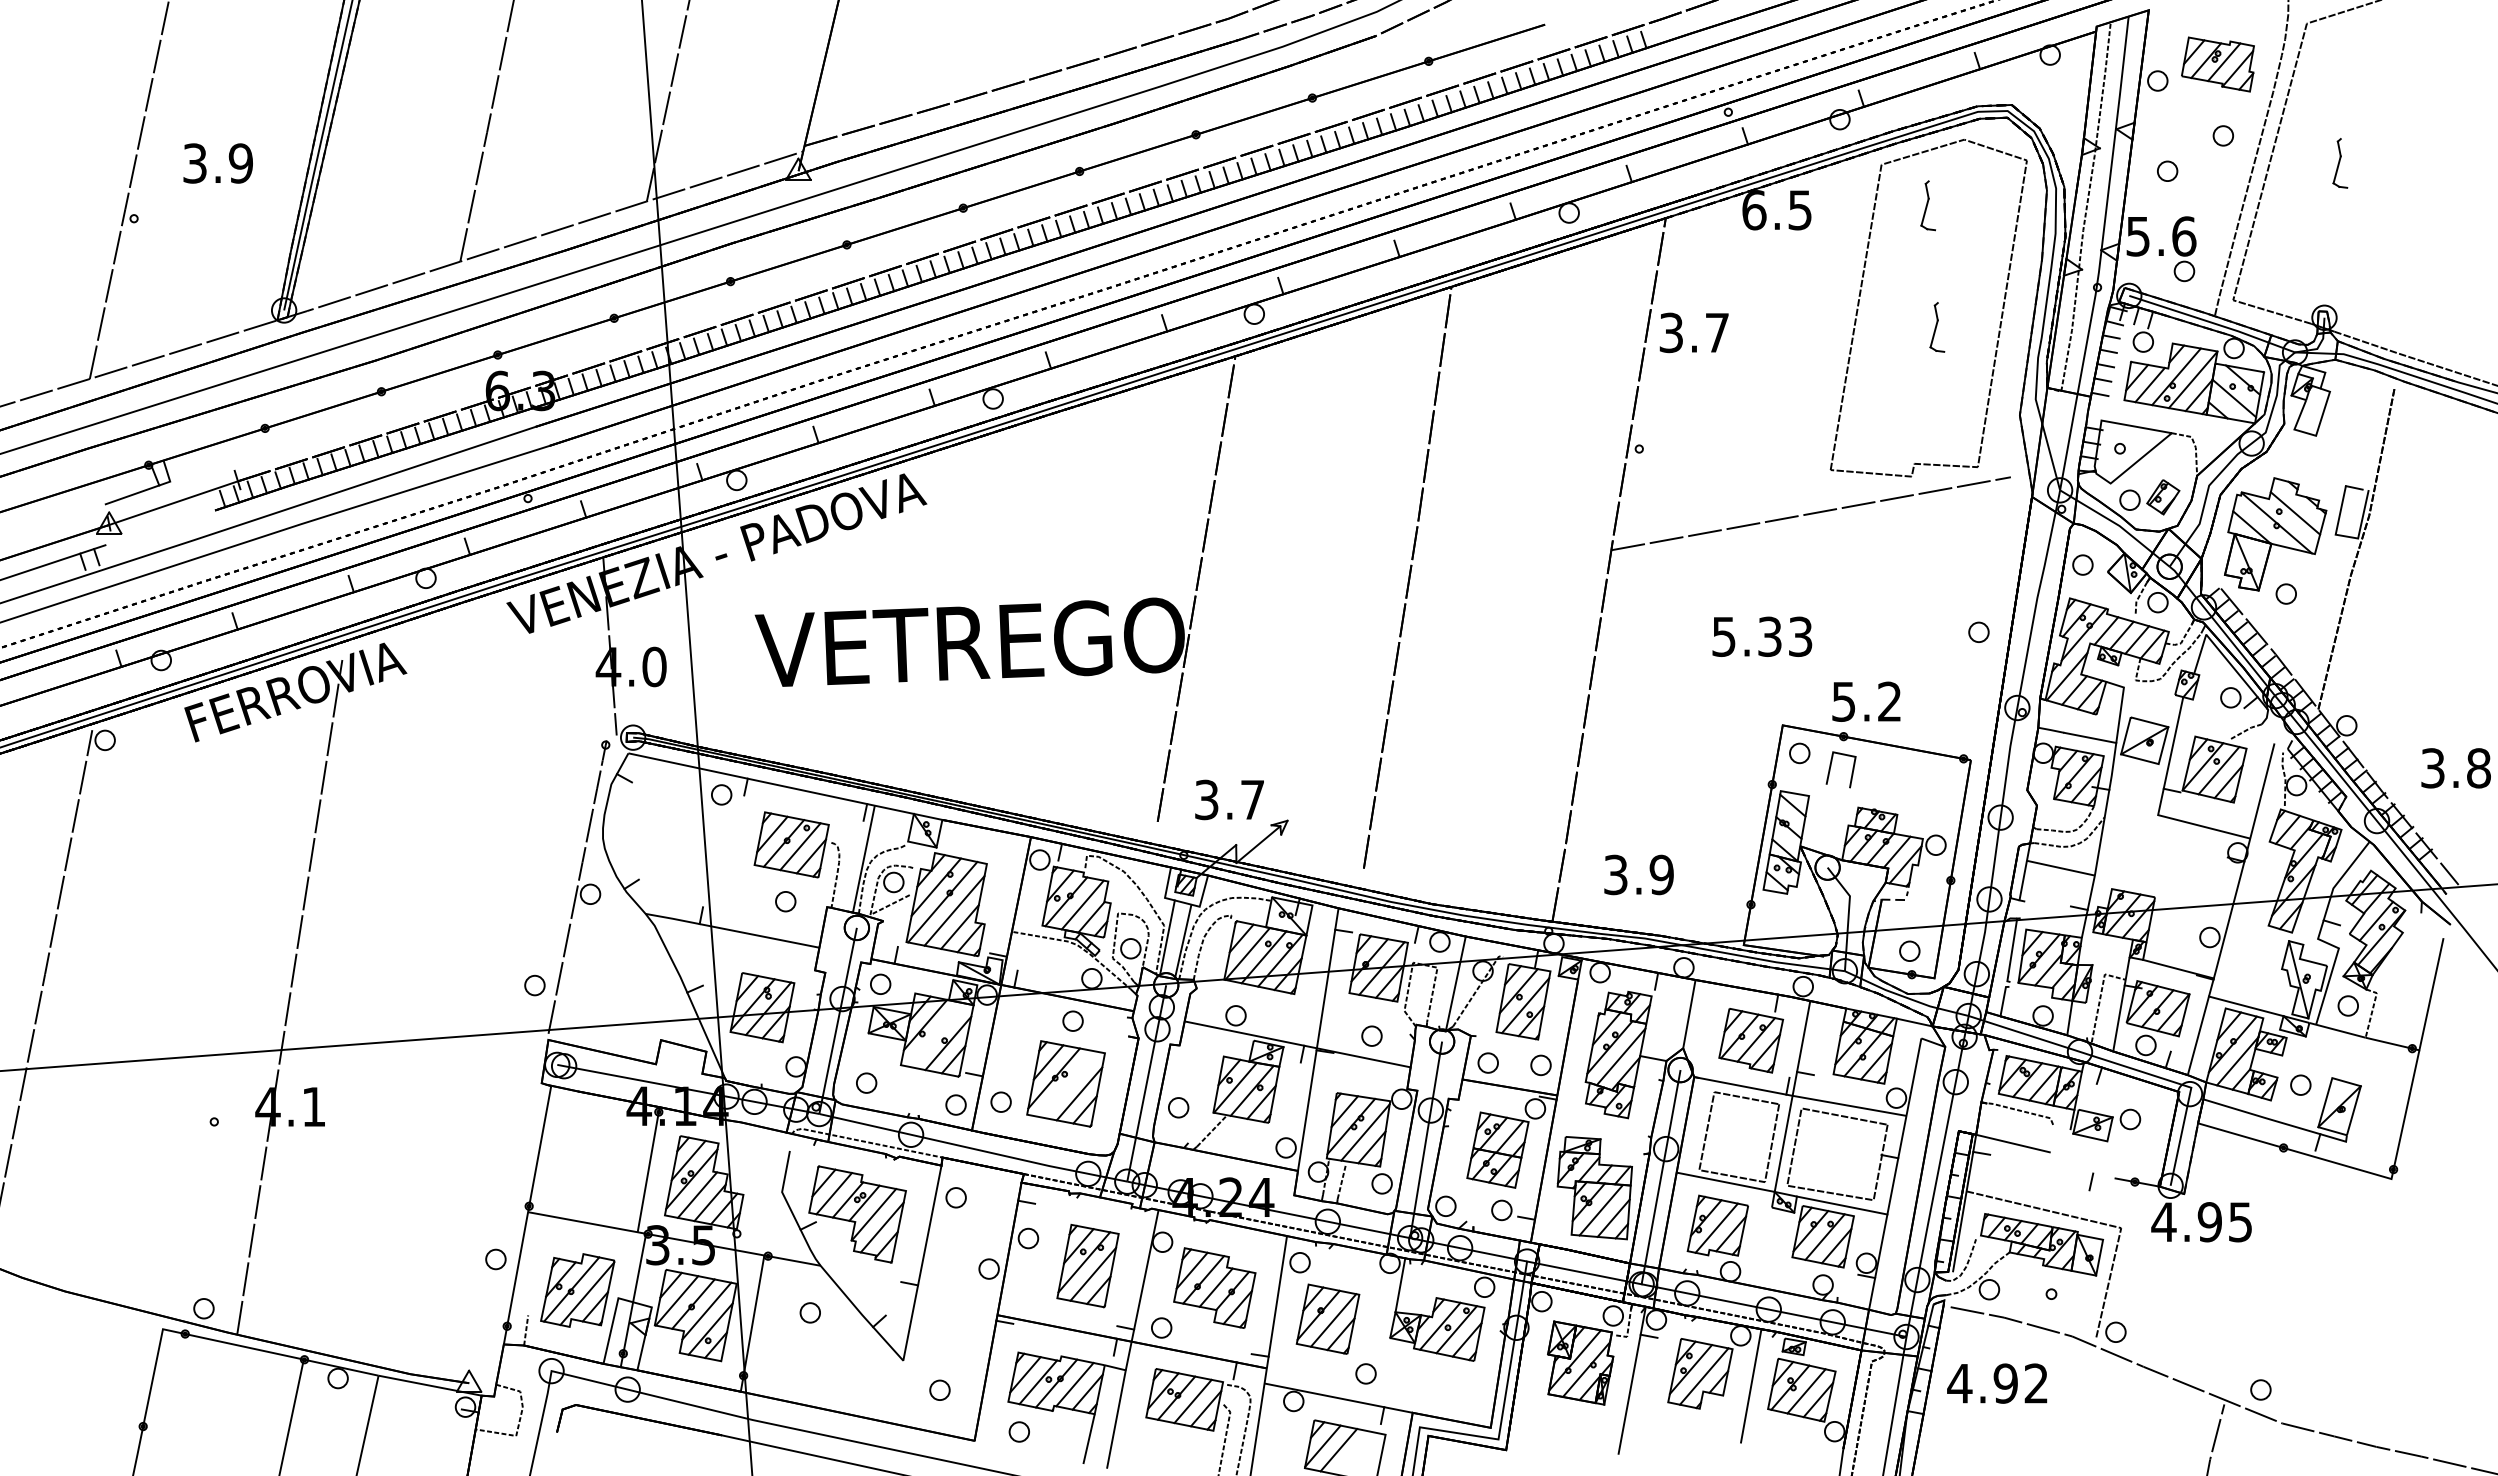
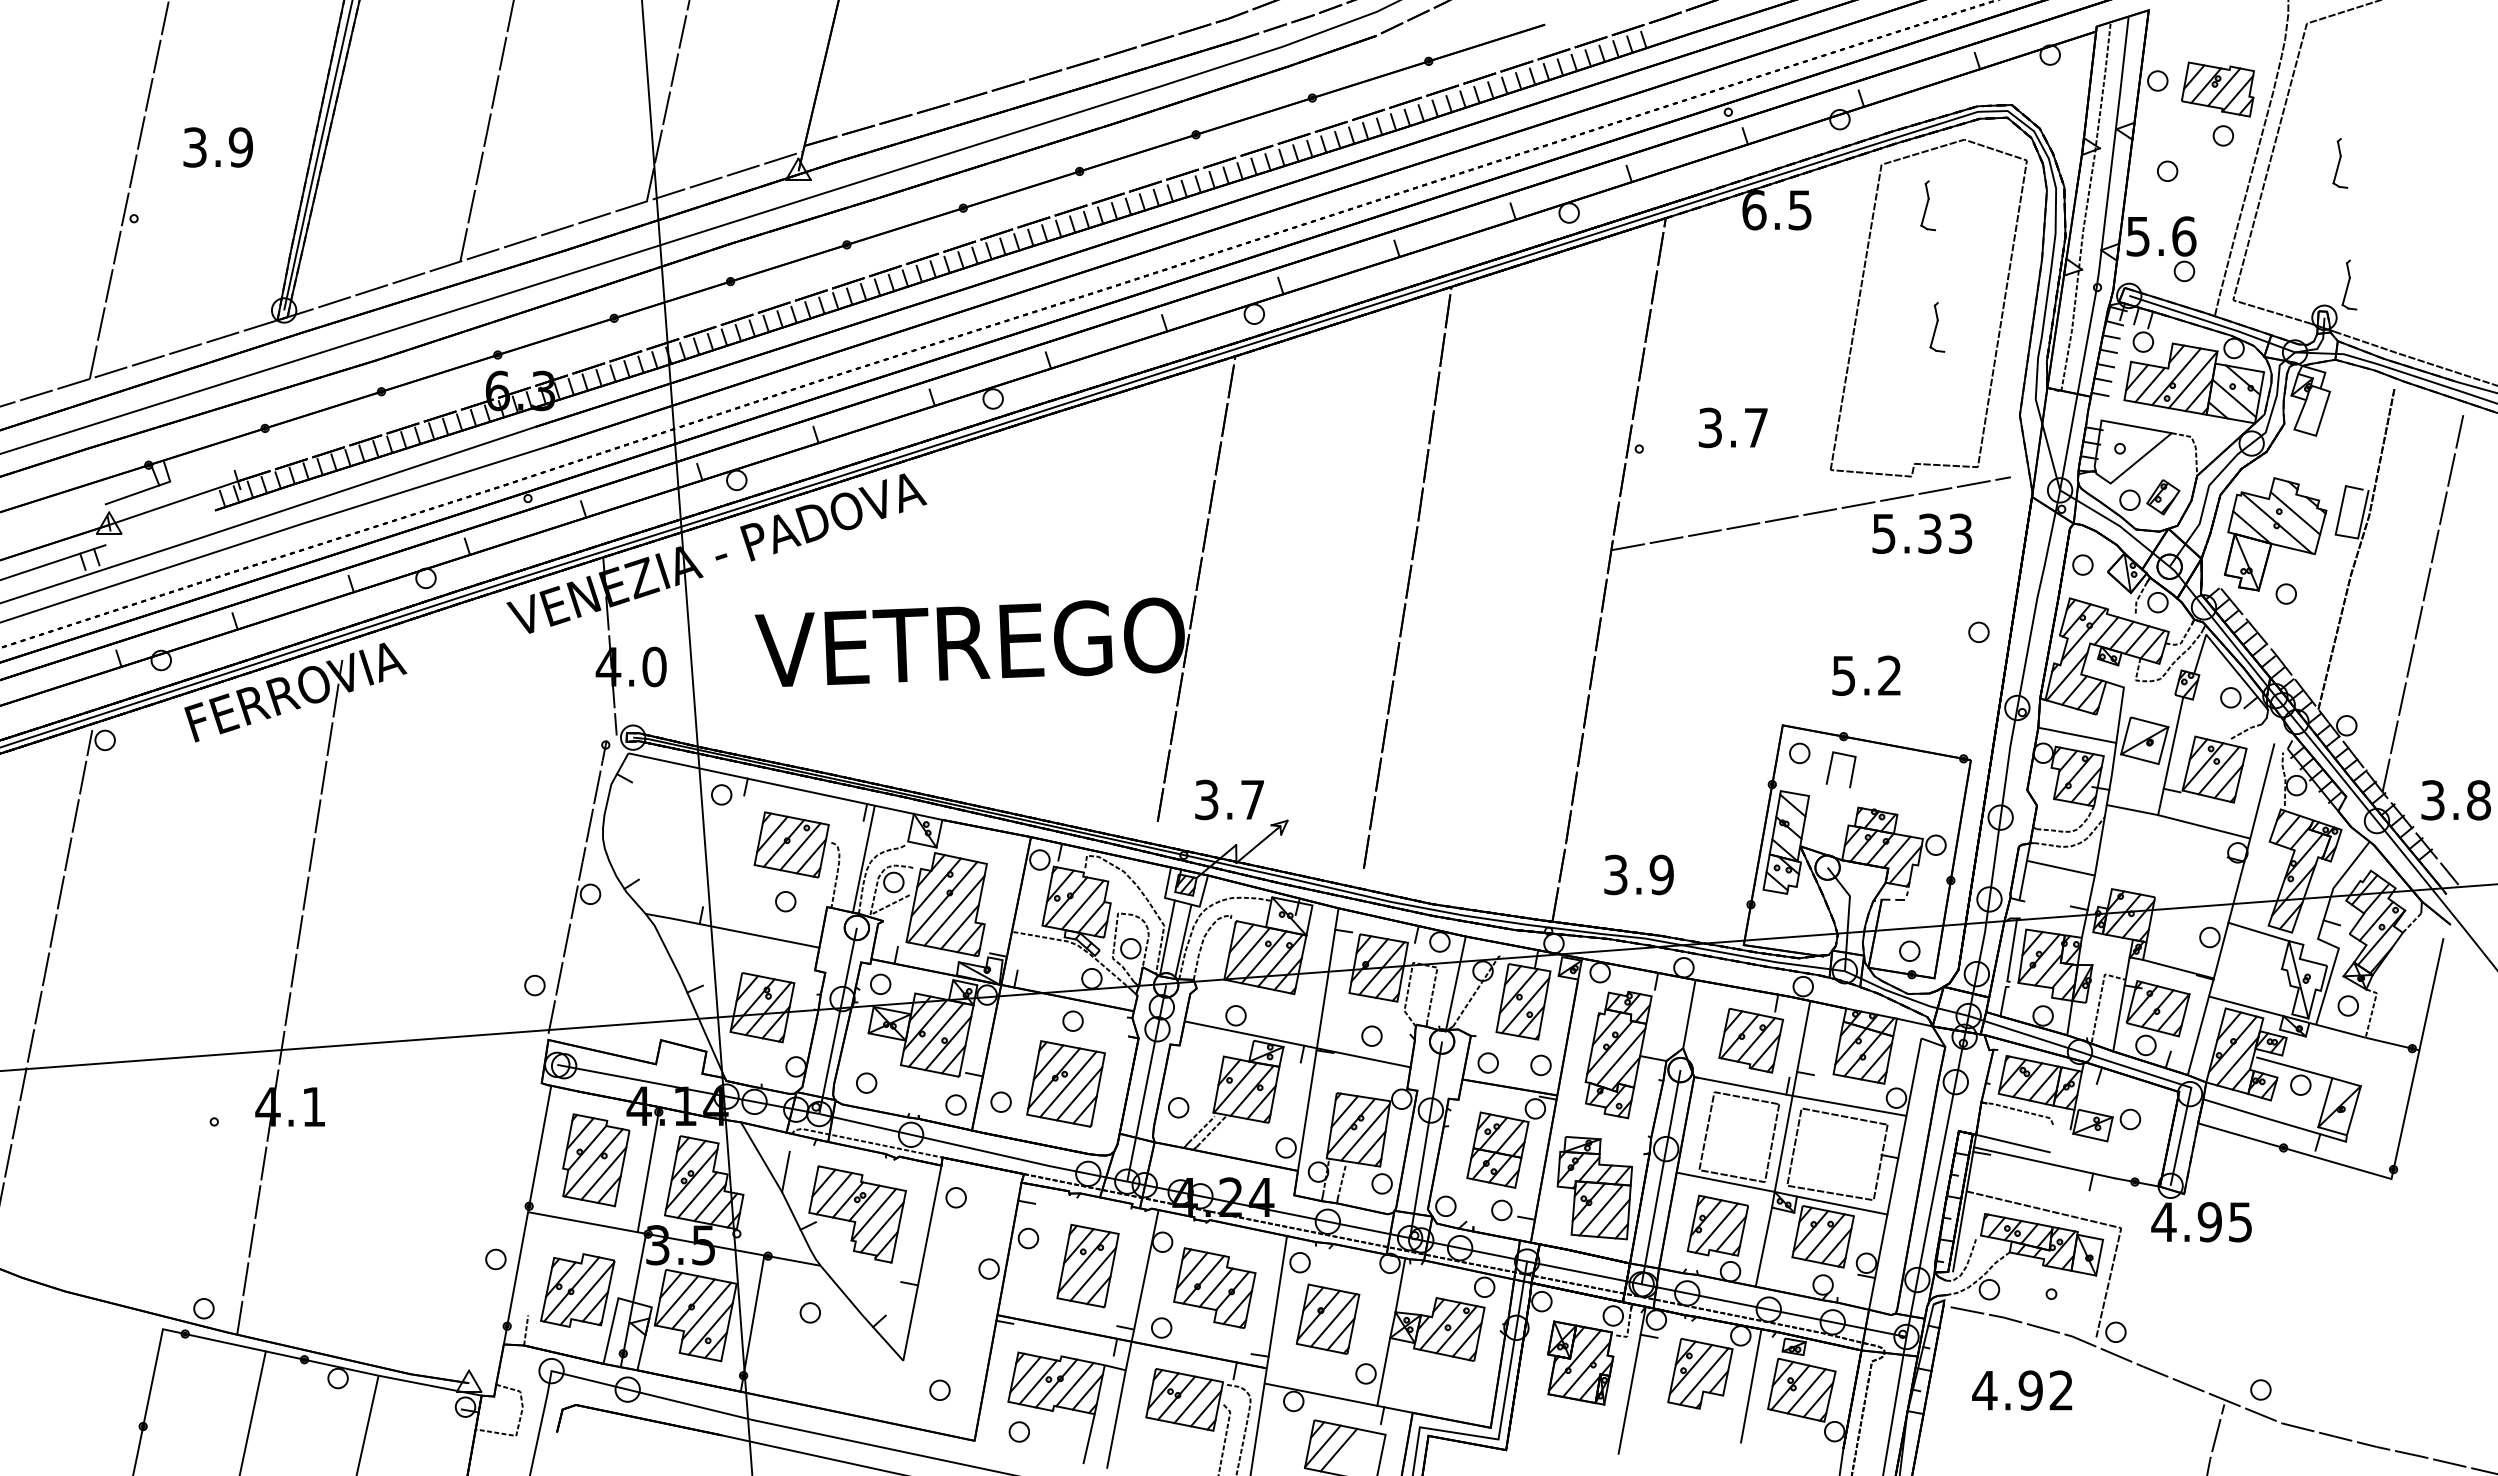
part at (2217, 64) position: (2217, 64) -> (2217, 89)
text at (217, 163) position: (217, 163) -> (217, 147)
part at (2349, 284): none -> present
text at (1693, 332) position: (1693, 332) -> (1732, 427)
line at (2422, 603): none -> present
text at (1762, 636) position: (1762, 636) -> (1922, 533)
text at (1866, 701) position: (1866, 701) -> (1866, 675)
text at (2455, 768) position: (2455, 768) -> (2455, 800)
line at (2132, 810): none -> present
line at (2411, 922): none -> present
line at (2258, 931): none -> present
line at (935, 1034): none -> present
line at (2294, 1067): none -> present
line at (1068, 1084): none -> present
line at (1201, 1129): none -> present
line at (761, 1157): none -> present
part at (596, 1160): none -> present
line at (2044, 1162): none -> present
line at (1763, 1246): none -> present
line at (1383, 1371): none -> present
text at (1997, 1383) position: (1997, 1383) -> (2022, 1390)
line at (291, 1415) position: (291, 1415) -> (252, 1411)
